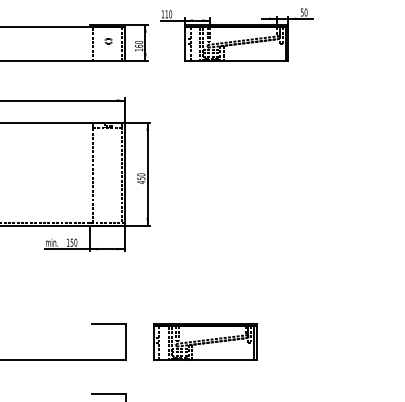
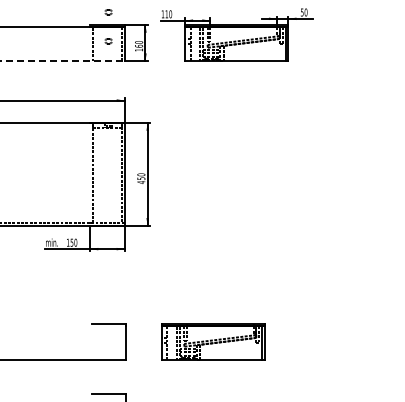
part at (108, 12): none -> present
line at (62, 61): solid -> dashed
part at (205, 341) position: (205, 341) -> (213, 341)
